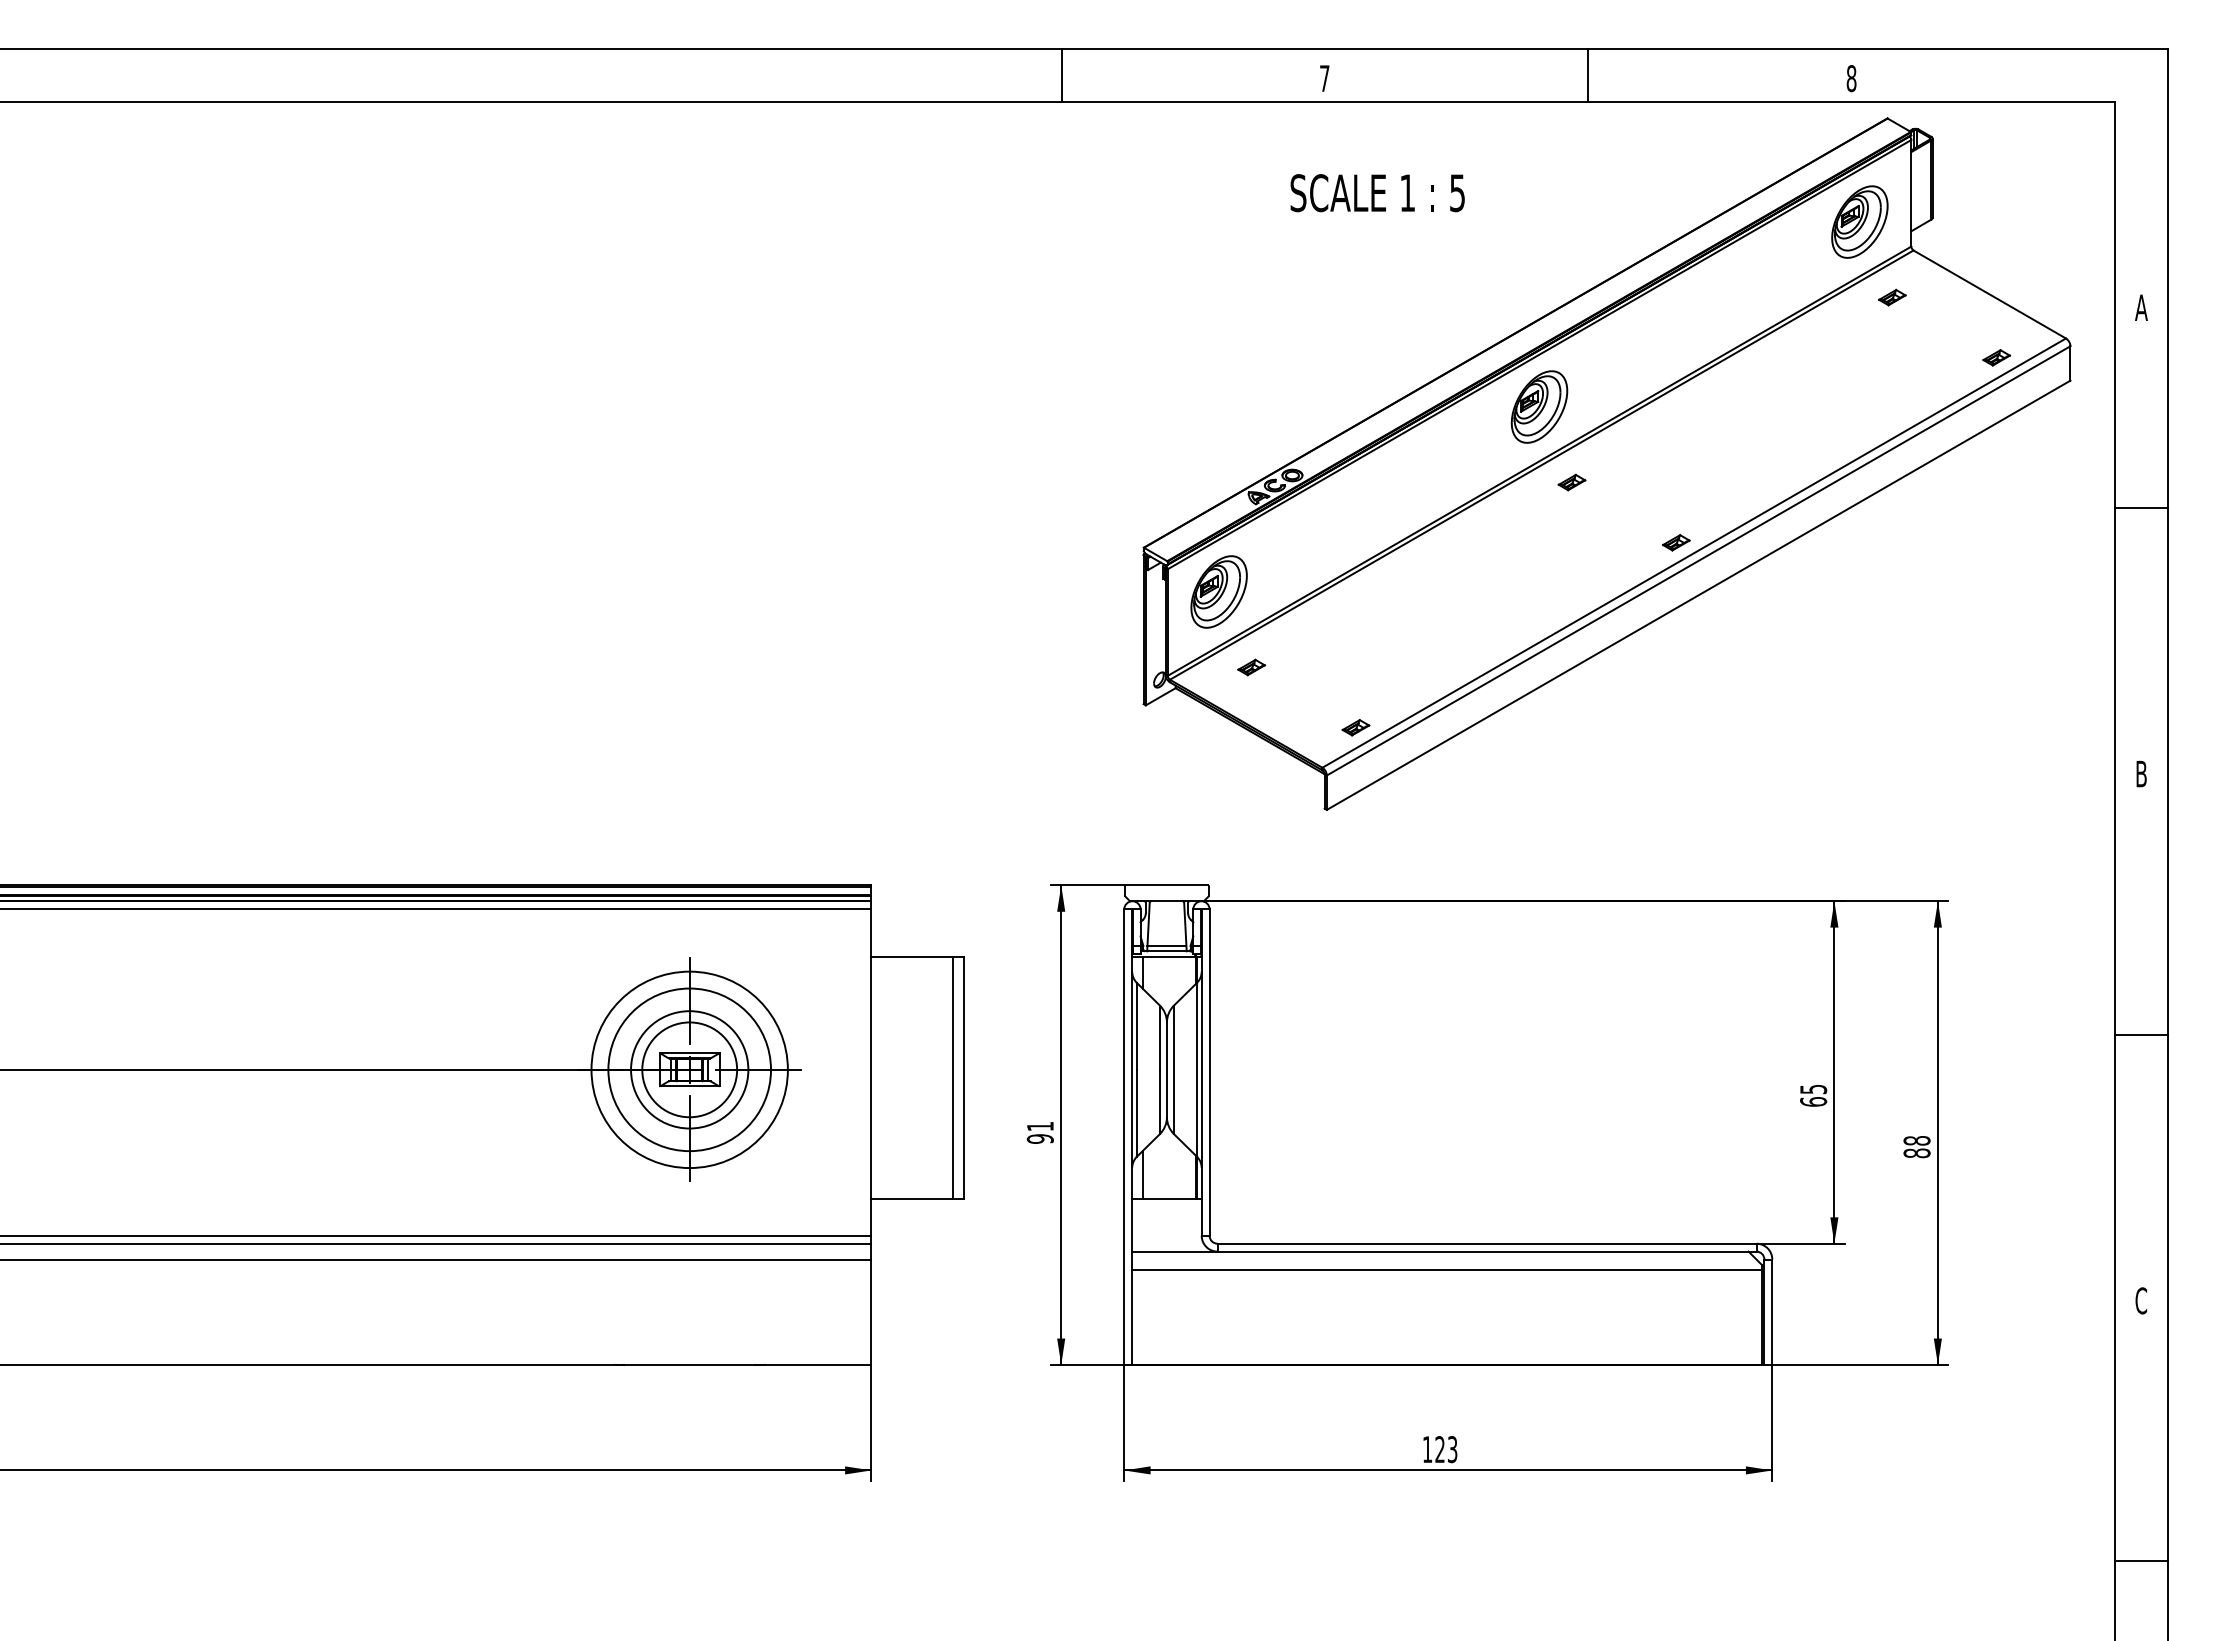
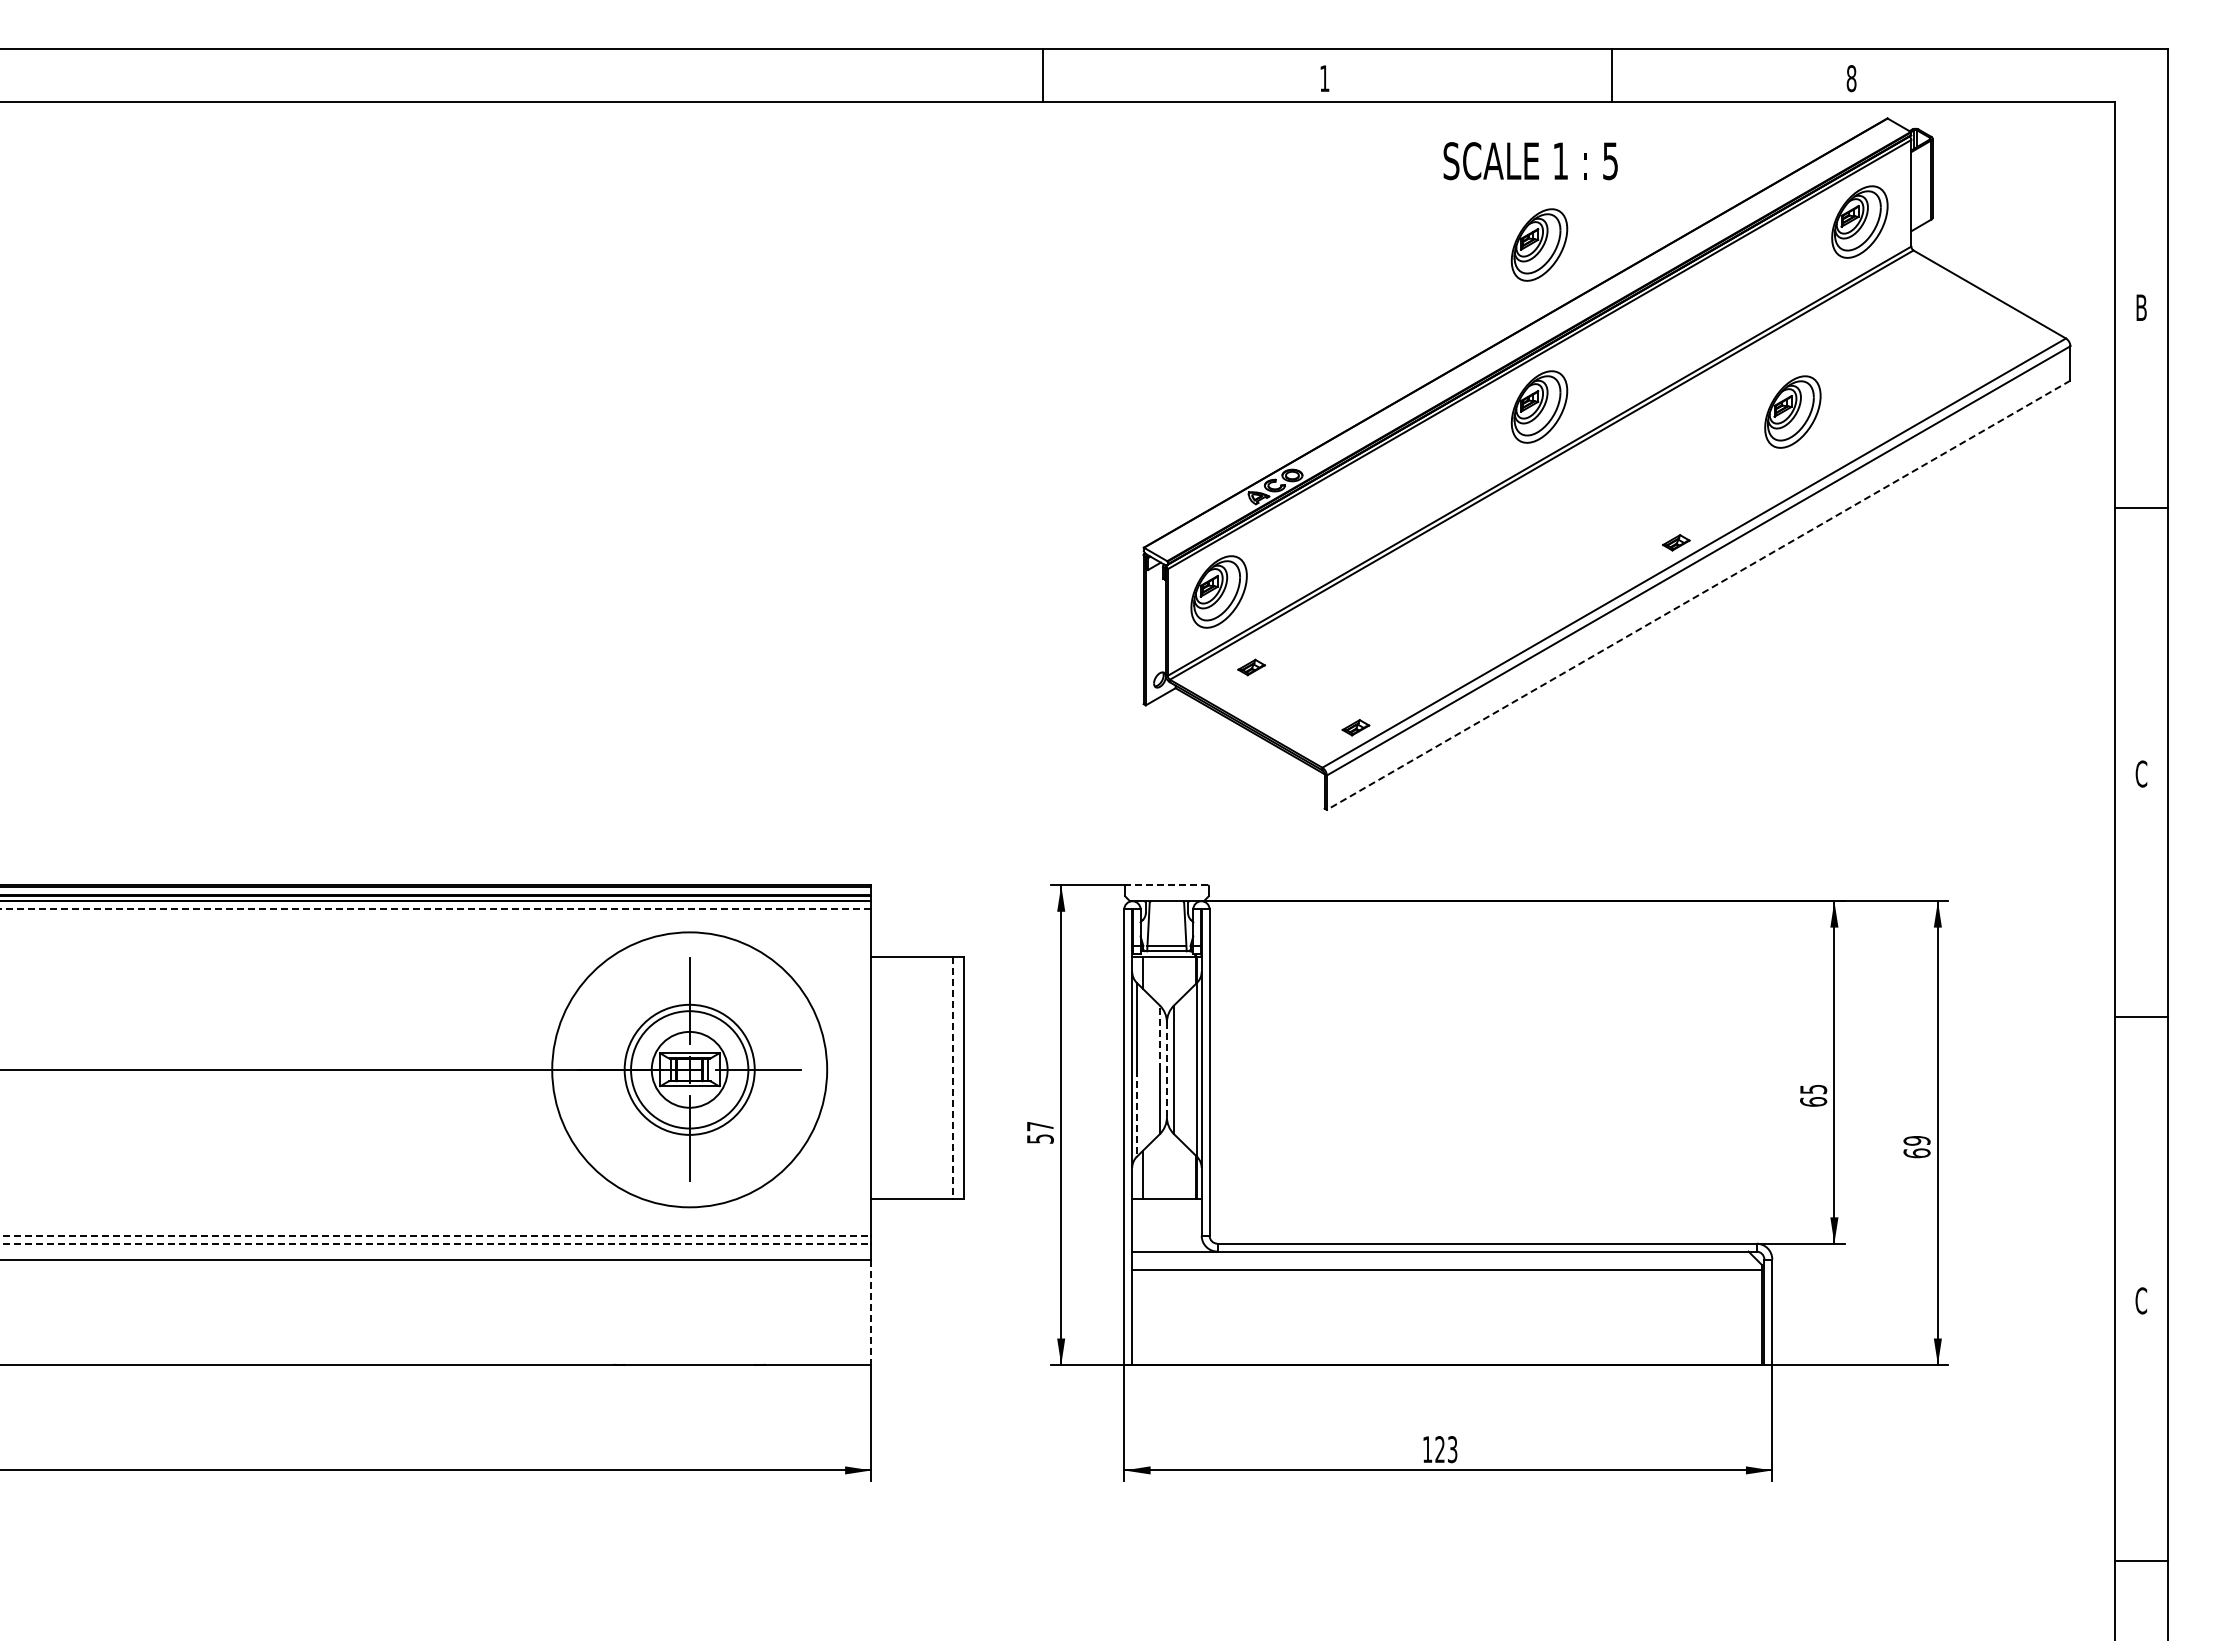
line at (1061, 75) position: (1061, 75) -> (1042, 75)
line at (1588, 75) position: (1588, 75) -> (1612, 75)
text at (1324, 78): 7 -> 1
text at (1377, 193) position: (1377, 193) -> (1530, 161)
part at (1539, 244): none -> present
part at (1892, 297): present -> none
text at (2141, 307): A -> B
part at (1996, 357): present -> none
part at (1792, 411): none -> present
part at (1571, 482): present -> none
line at (1698, 595): solid -> dashed
text at (2141, 773): B -> C
line at (1166, 885): solid -> dashed
line at (435, 909): solid -> dashed
line at (2141, 1034) position: (2141, 1034) -> (2141, 1016)
line at (1159, 1037): solid -> dashed
circle at (689, 1069) diameter: 163 px -> 130 px
circle at (689, 1069) diameter: 196 px -> 275 px
circle at (689, 1069) diameter: 95 px -> 76 px
line at (1166, 1070): solid -> dashed
line at (953, 1078): solid -> dashed
line at (1136, 1113): solid -> dashed
text at (1039, 1132): 91 -> 57
text at (1916, 1147): 88 -> 69
line at (436, 1235): solid -> dashed
line at (436, 1243): solid -> dashed
line at (871, 1312): solid -> dashed
